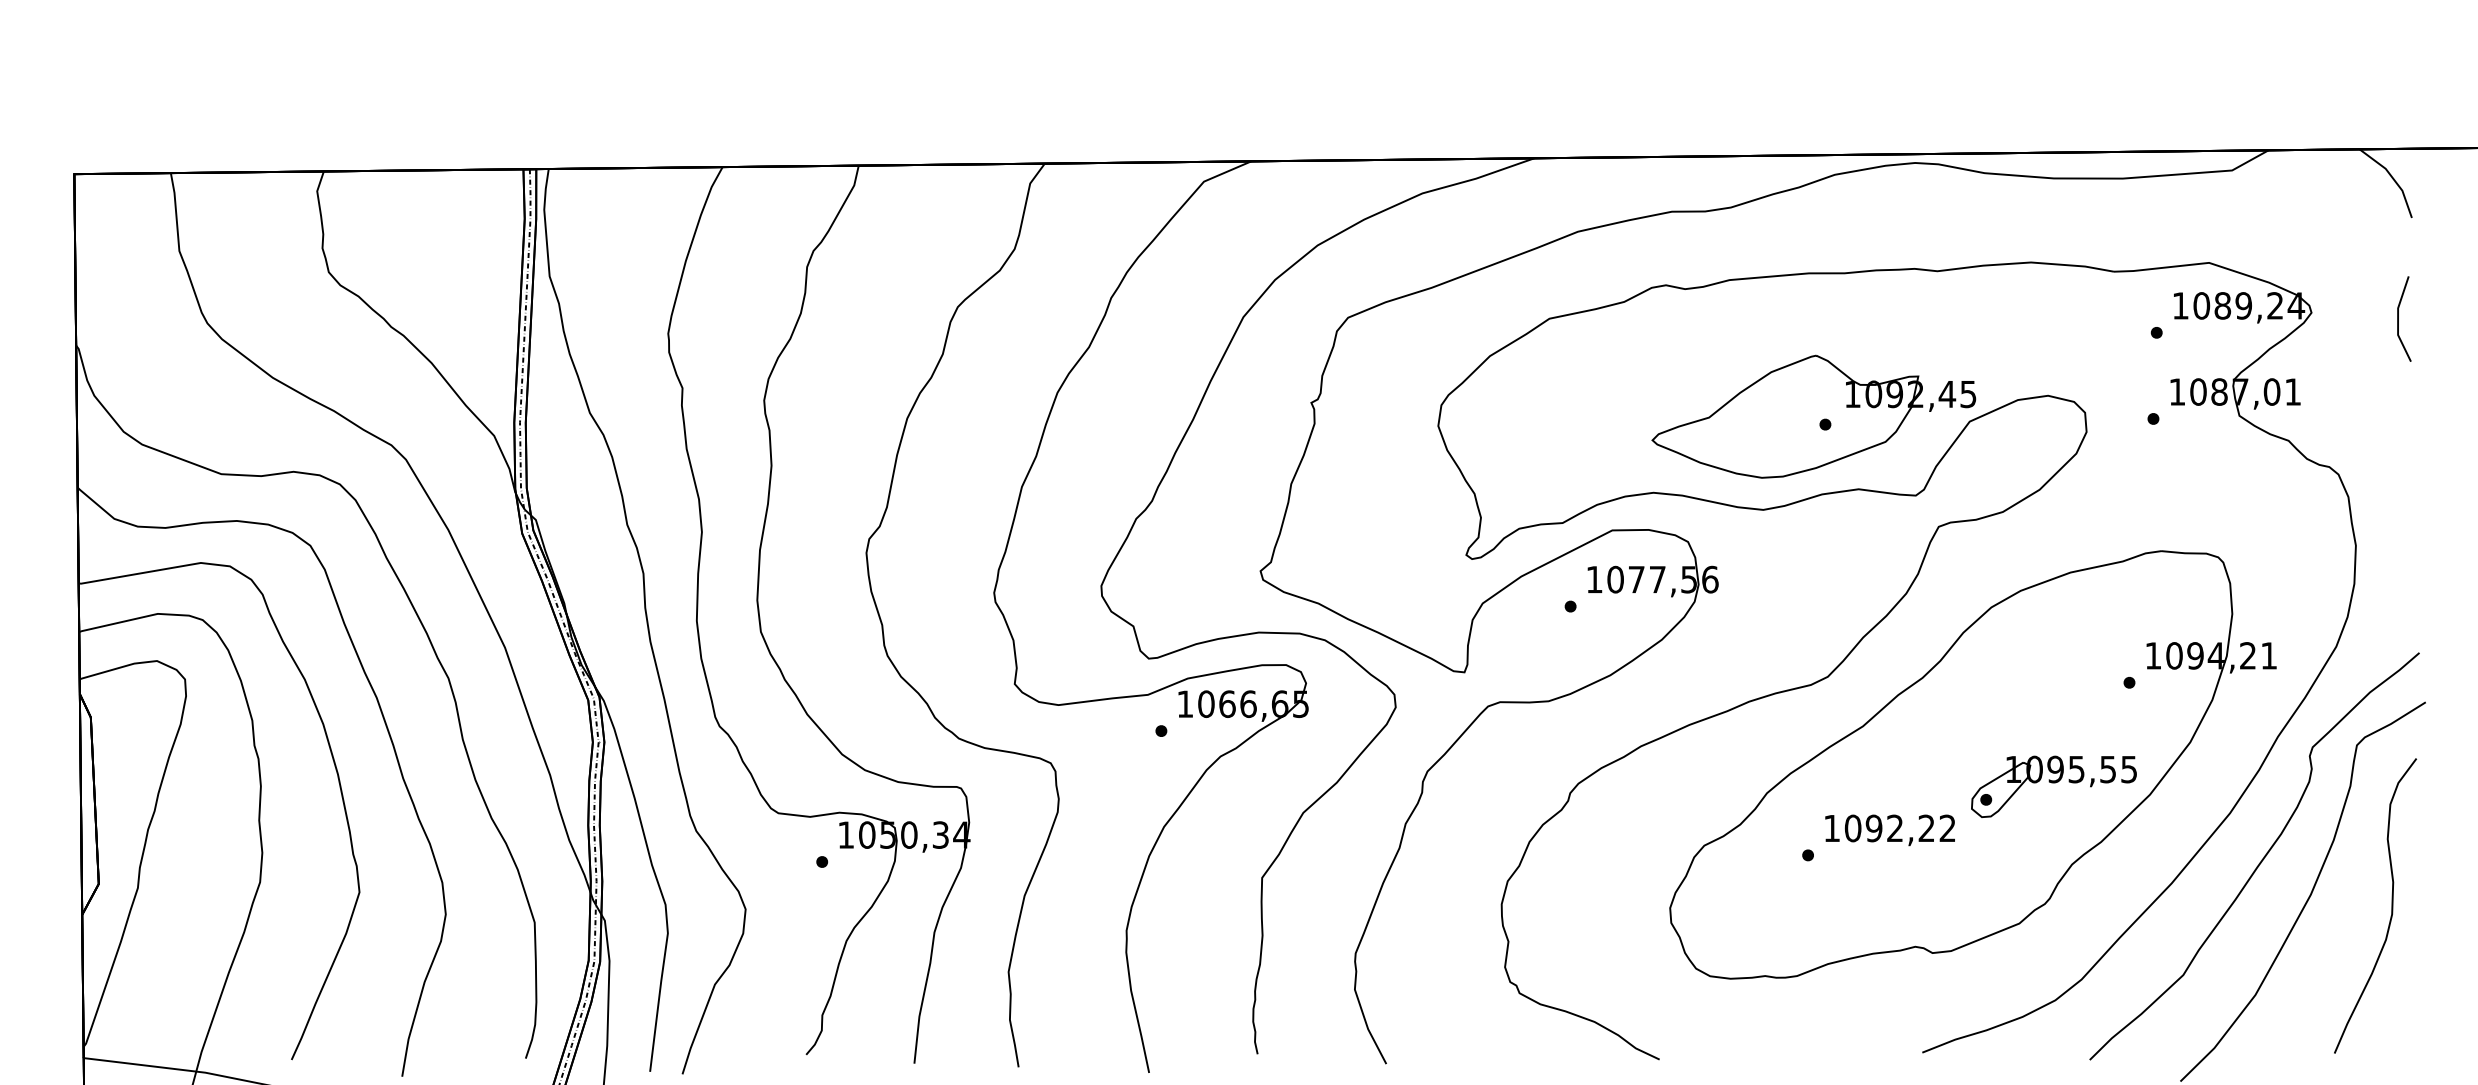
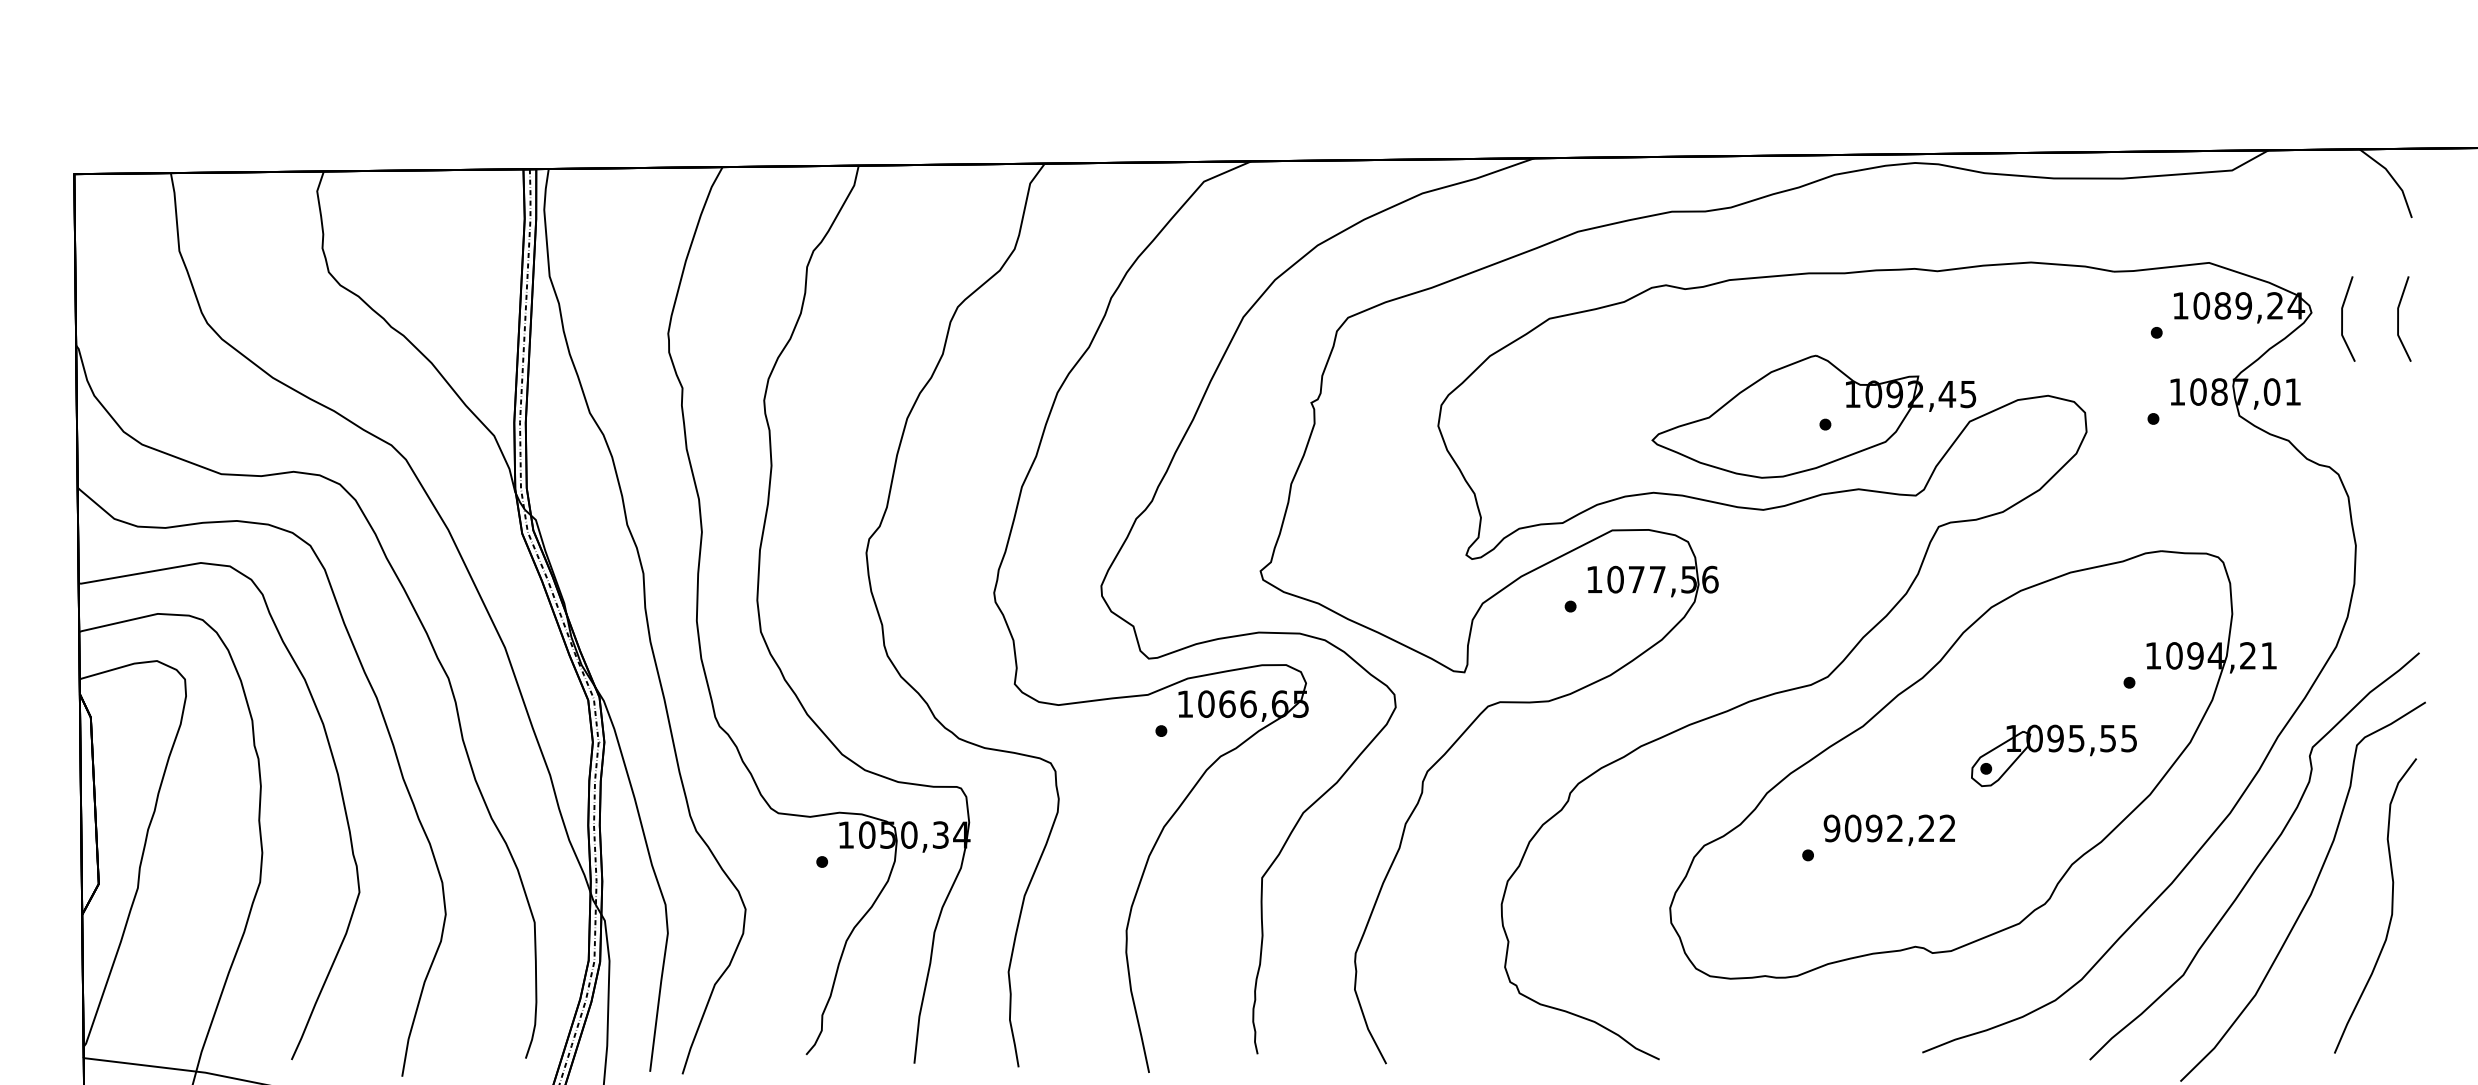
line at (2342, 318): none -> present
part at (2053, 786) position: (2053, 786) -> (2053, 755)
text at (1831, 828): 1092,22 -> 9092,22
